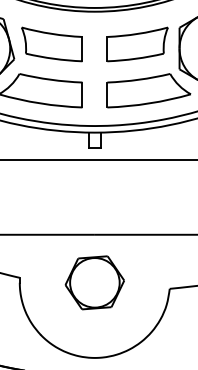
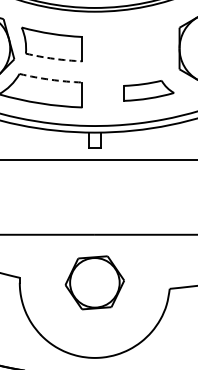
part at (137, 44): present -> none
arc at (53, 58): solid -> dashed
arc at (50, 79): solid -> dashed
part at (148, 90) size: 86x36 px -> 52x22 px
